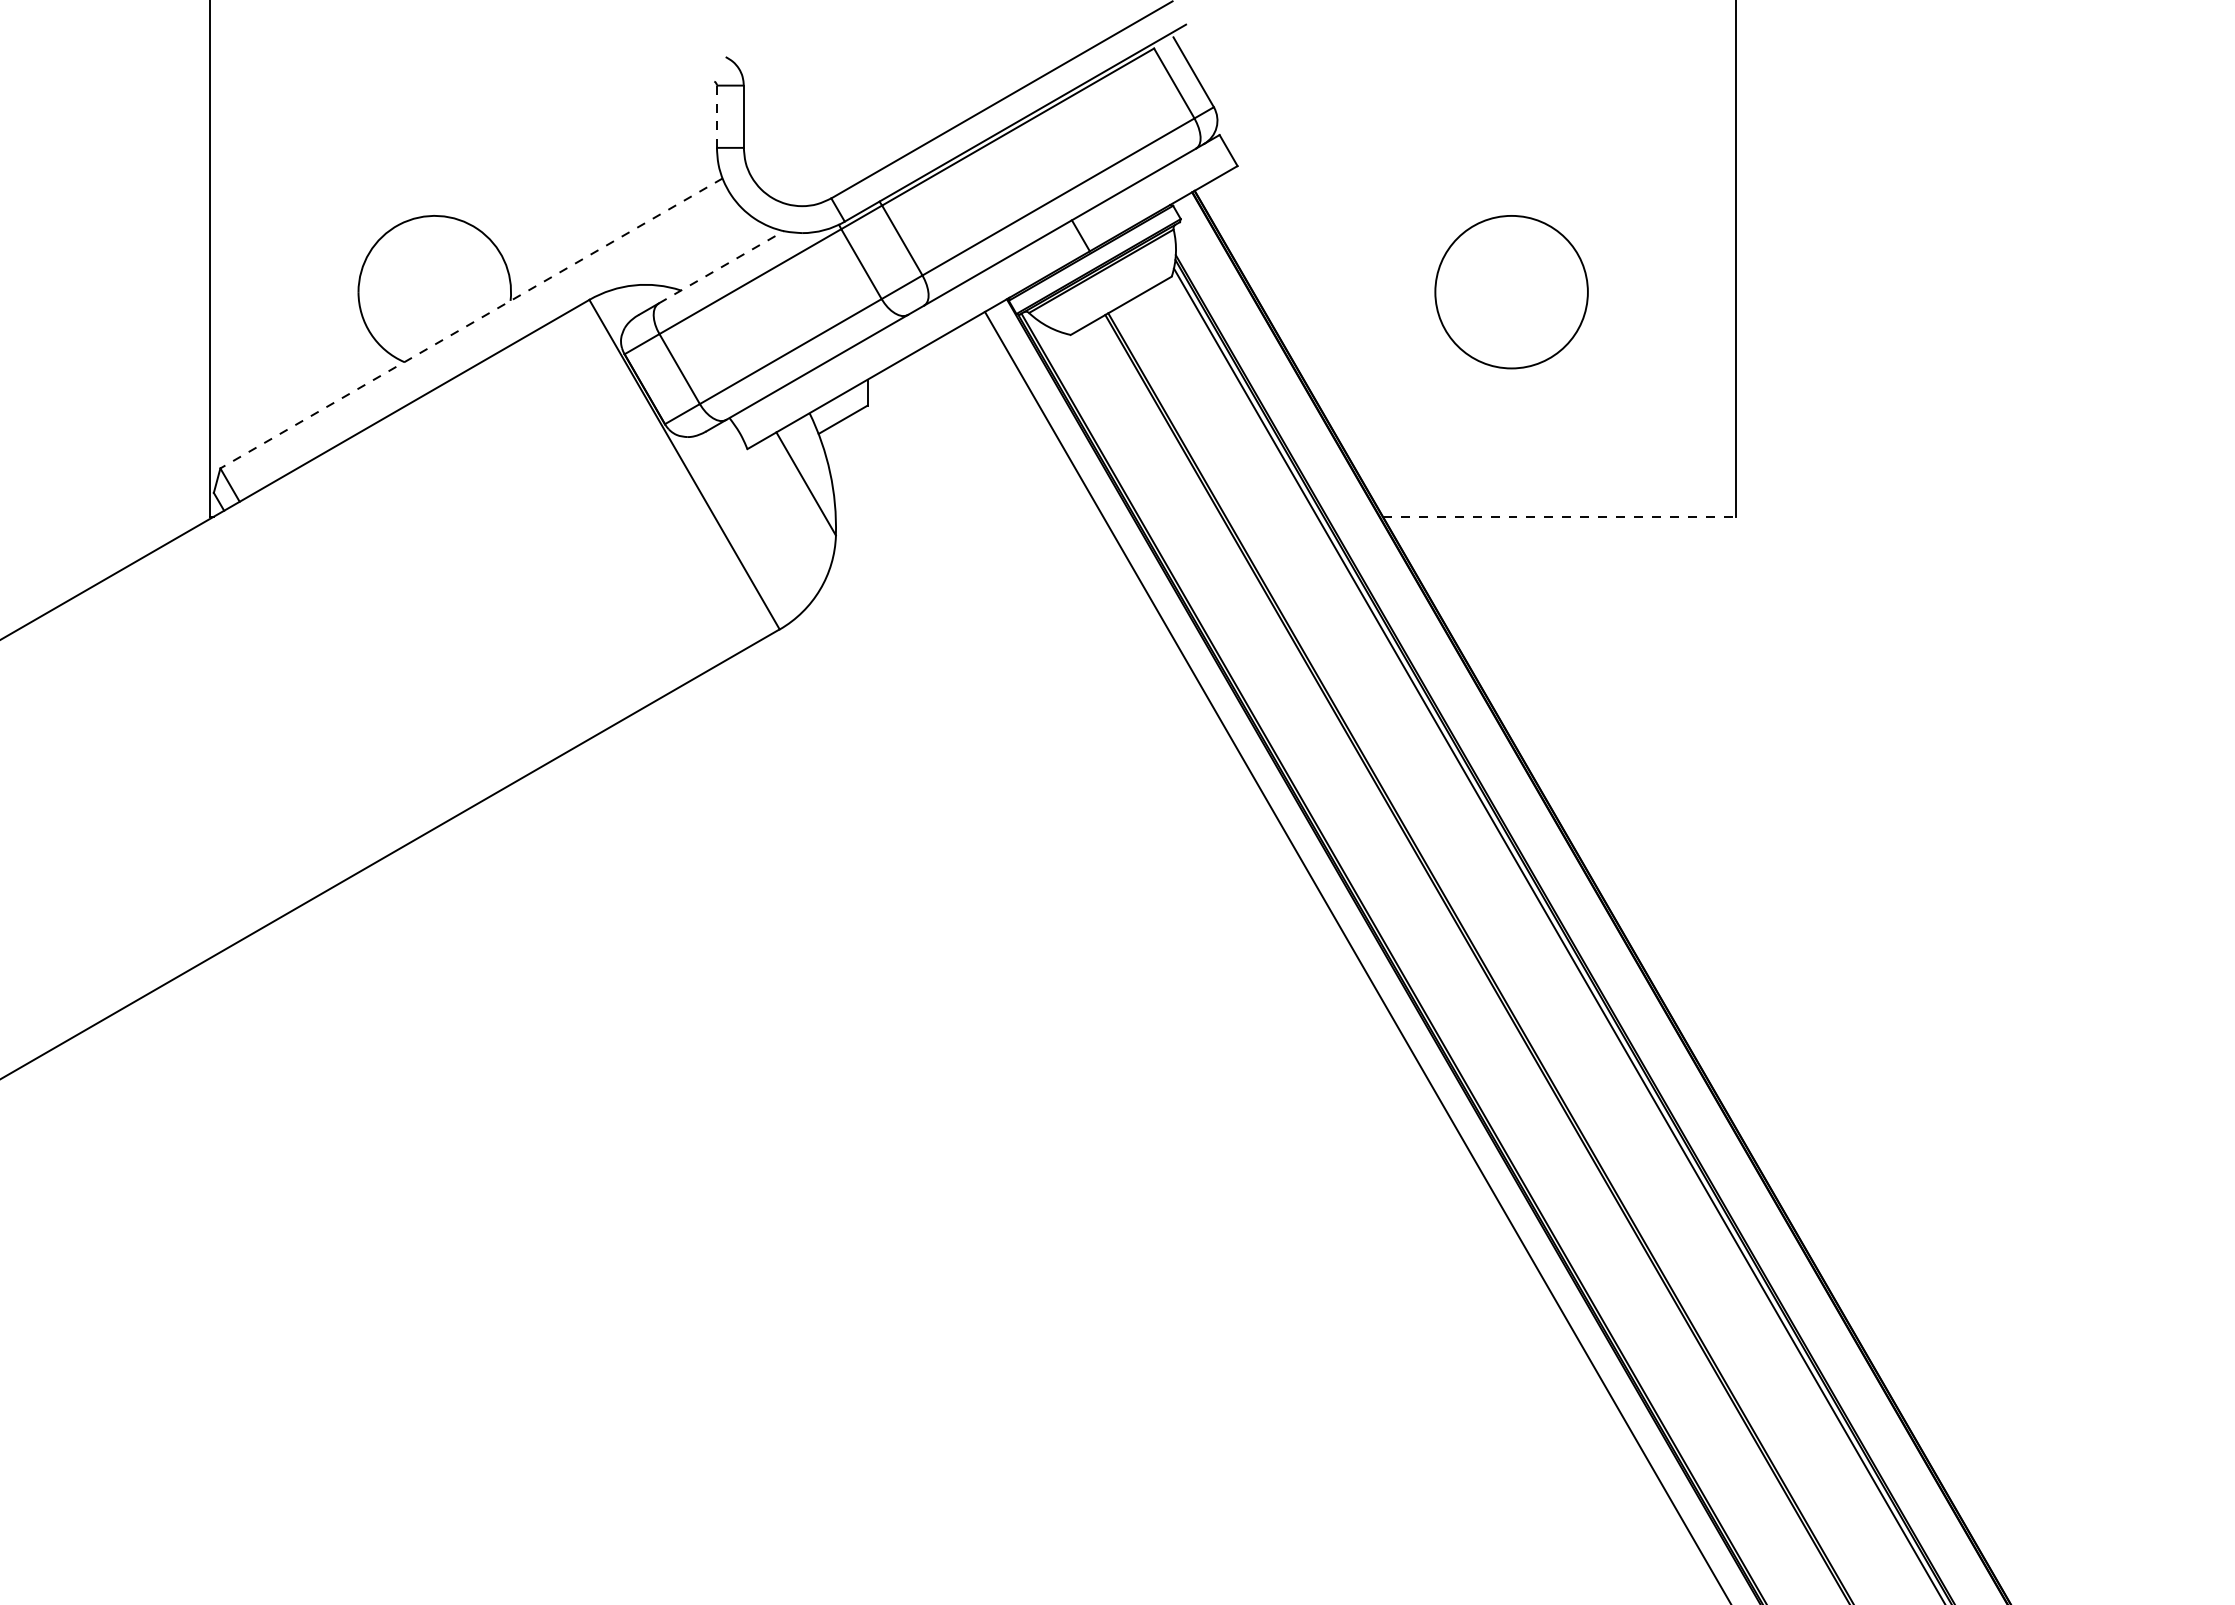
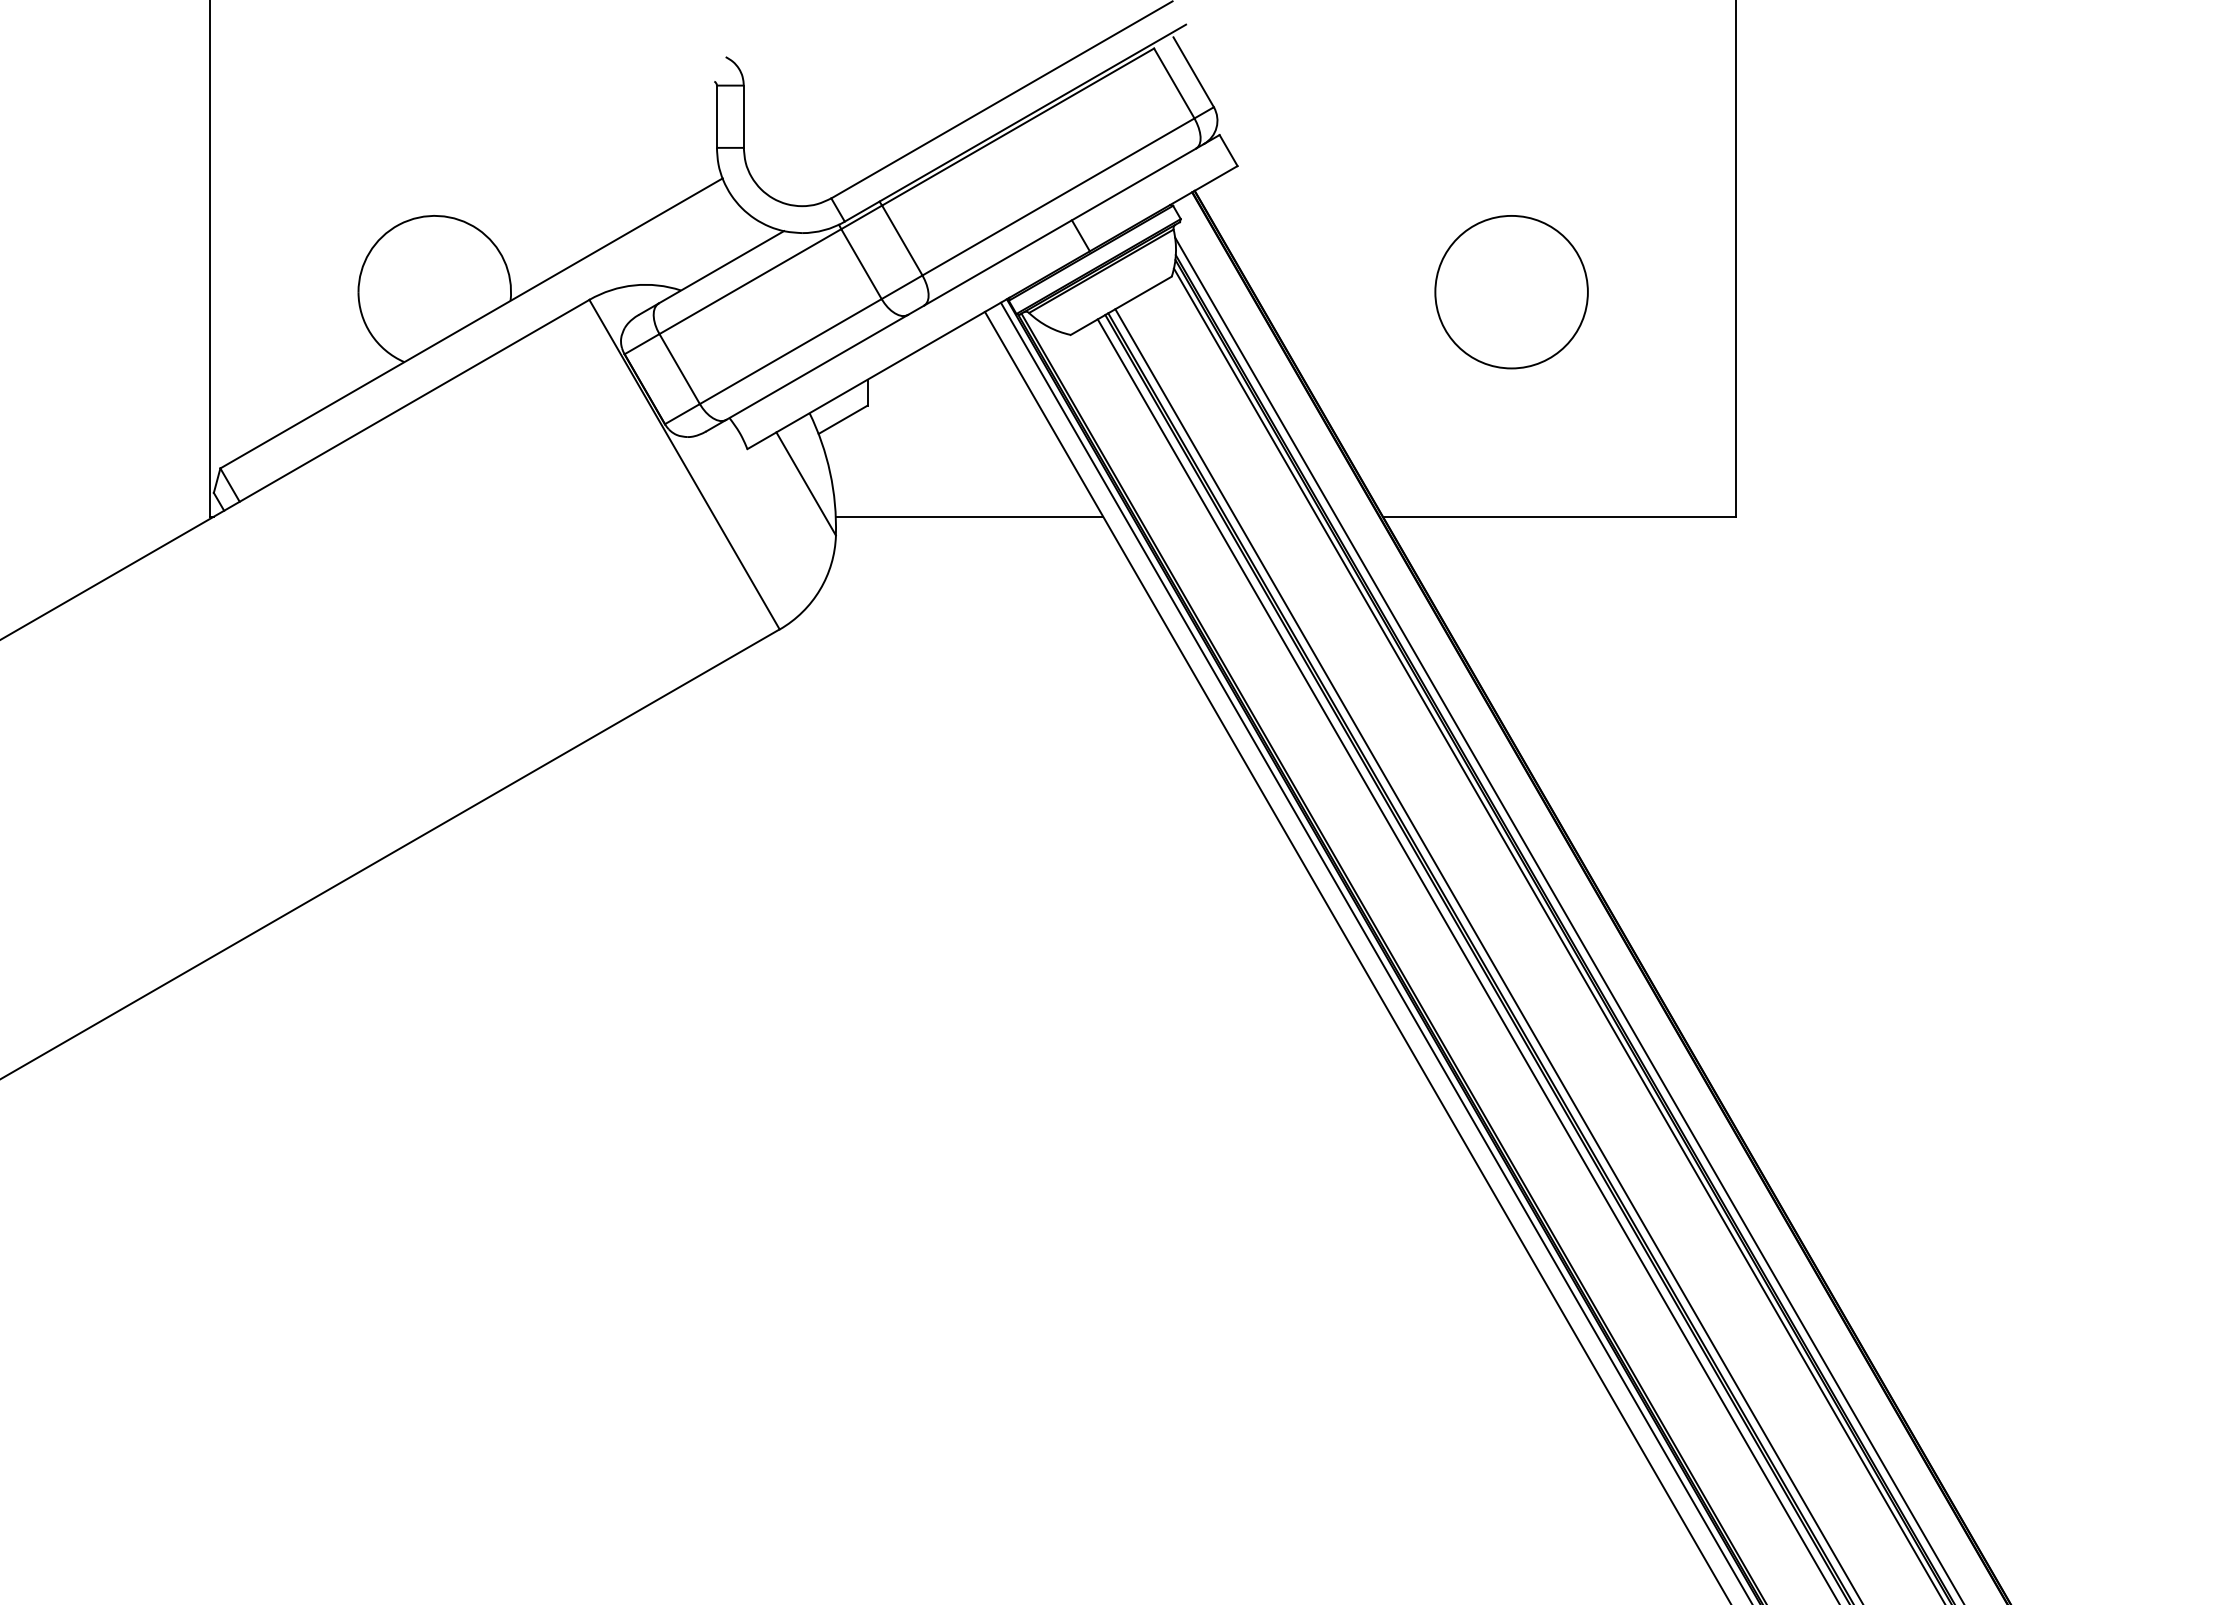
line at (716, 117): dashed -> solid
line at (721, 266): dashed -> solid
line at (471, 323): dashed -> solid
line at (969, 516): none -> present
line at (1559, 516): dashed -> solid
line at (1568, 919): none -> present
line at (1375, 951): none -> present
line at (1488, 955): none -> present
line at (1467, 960): none -> present
